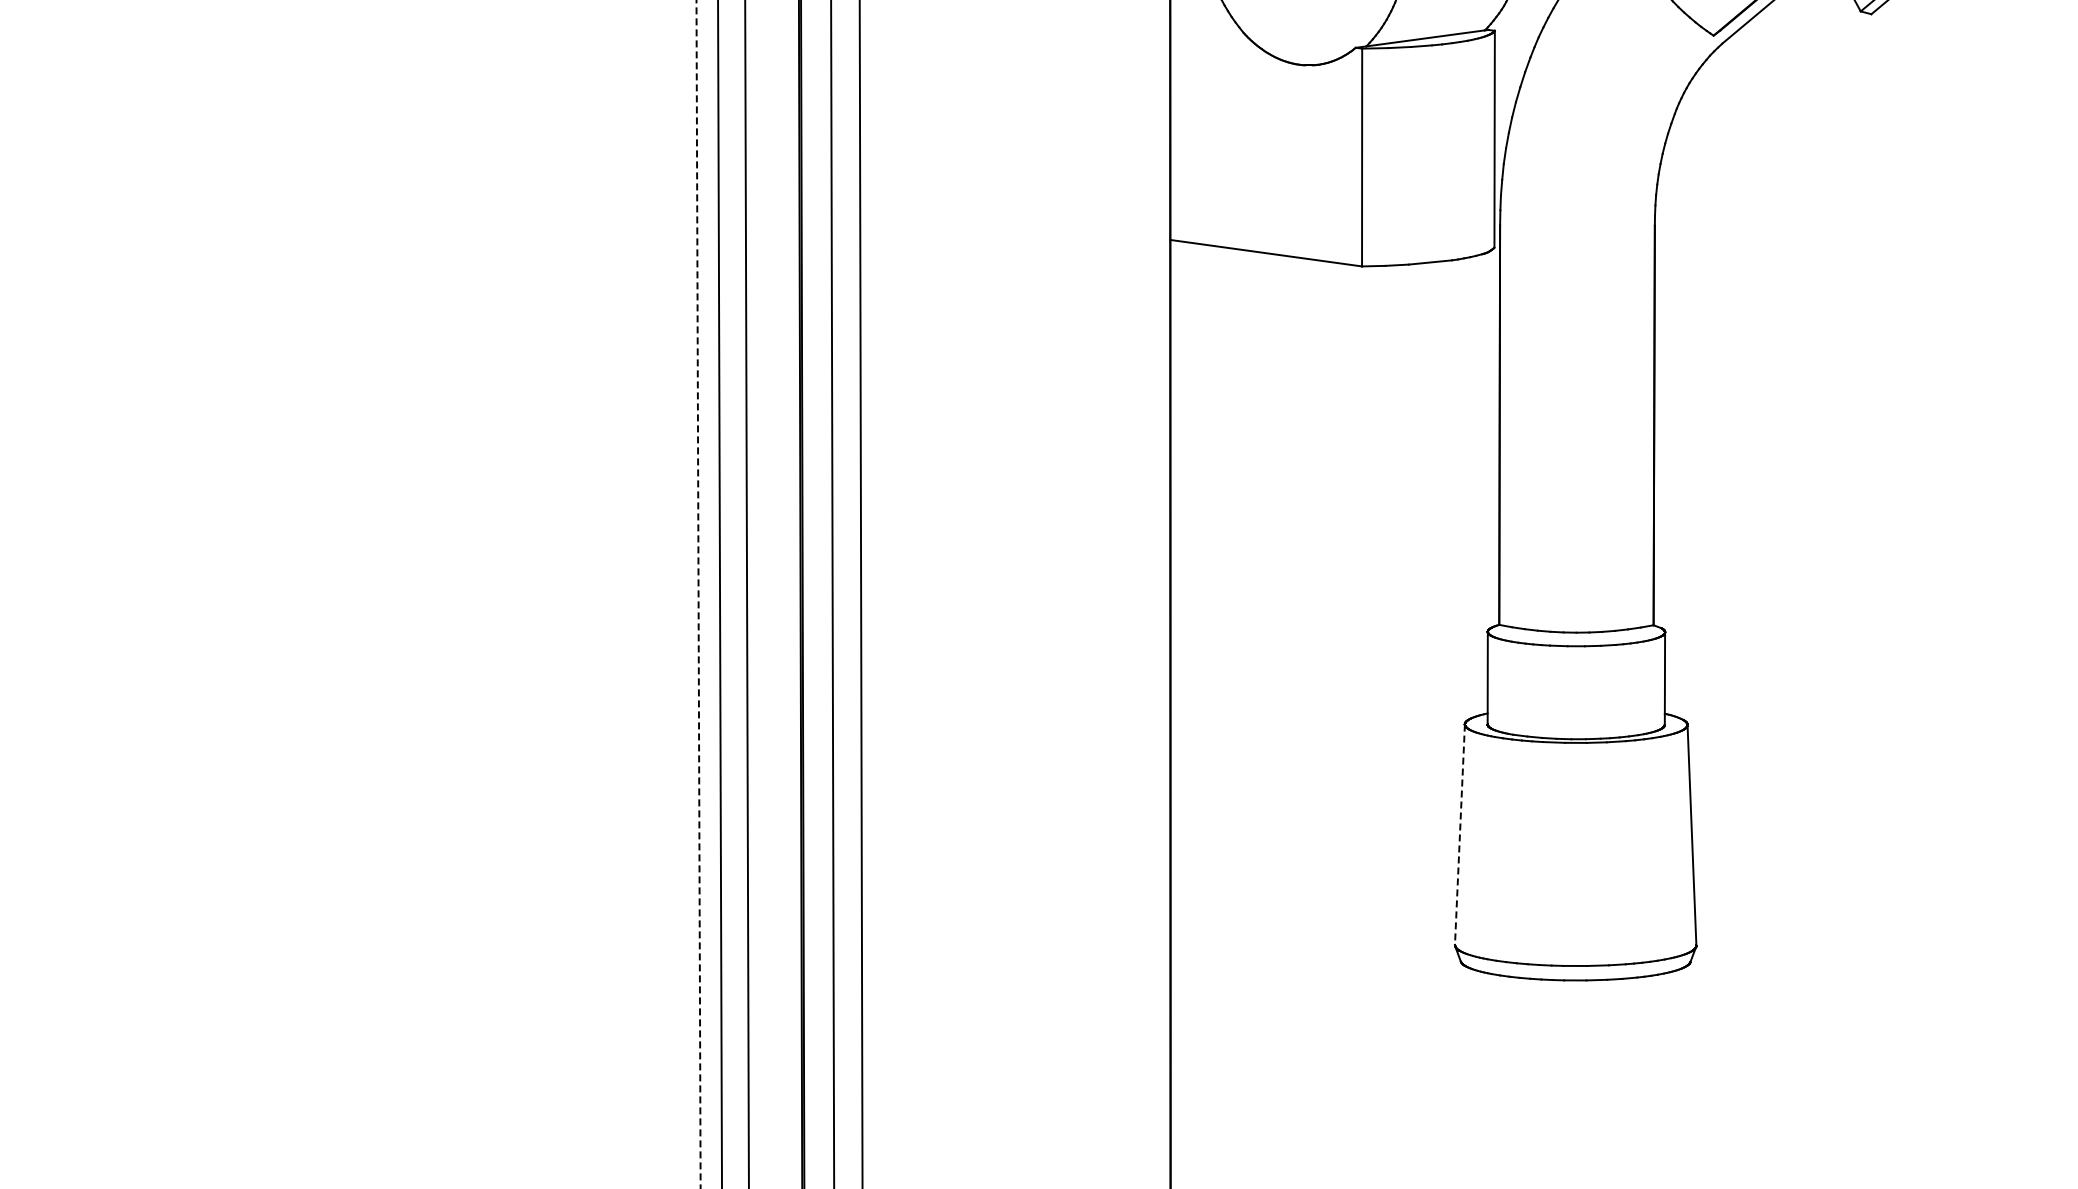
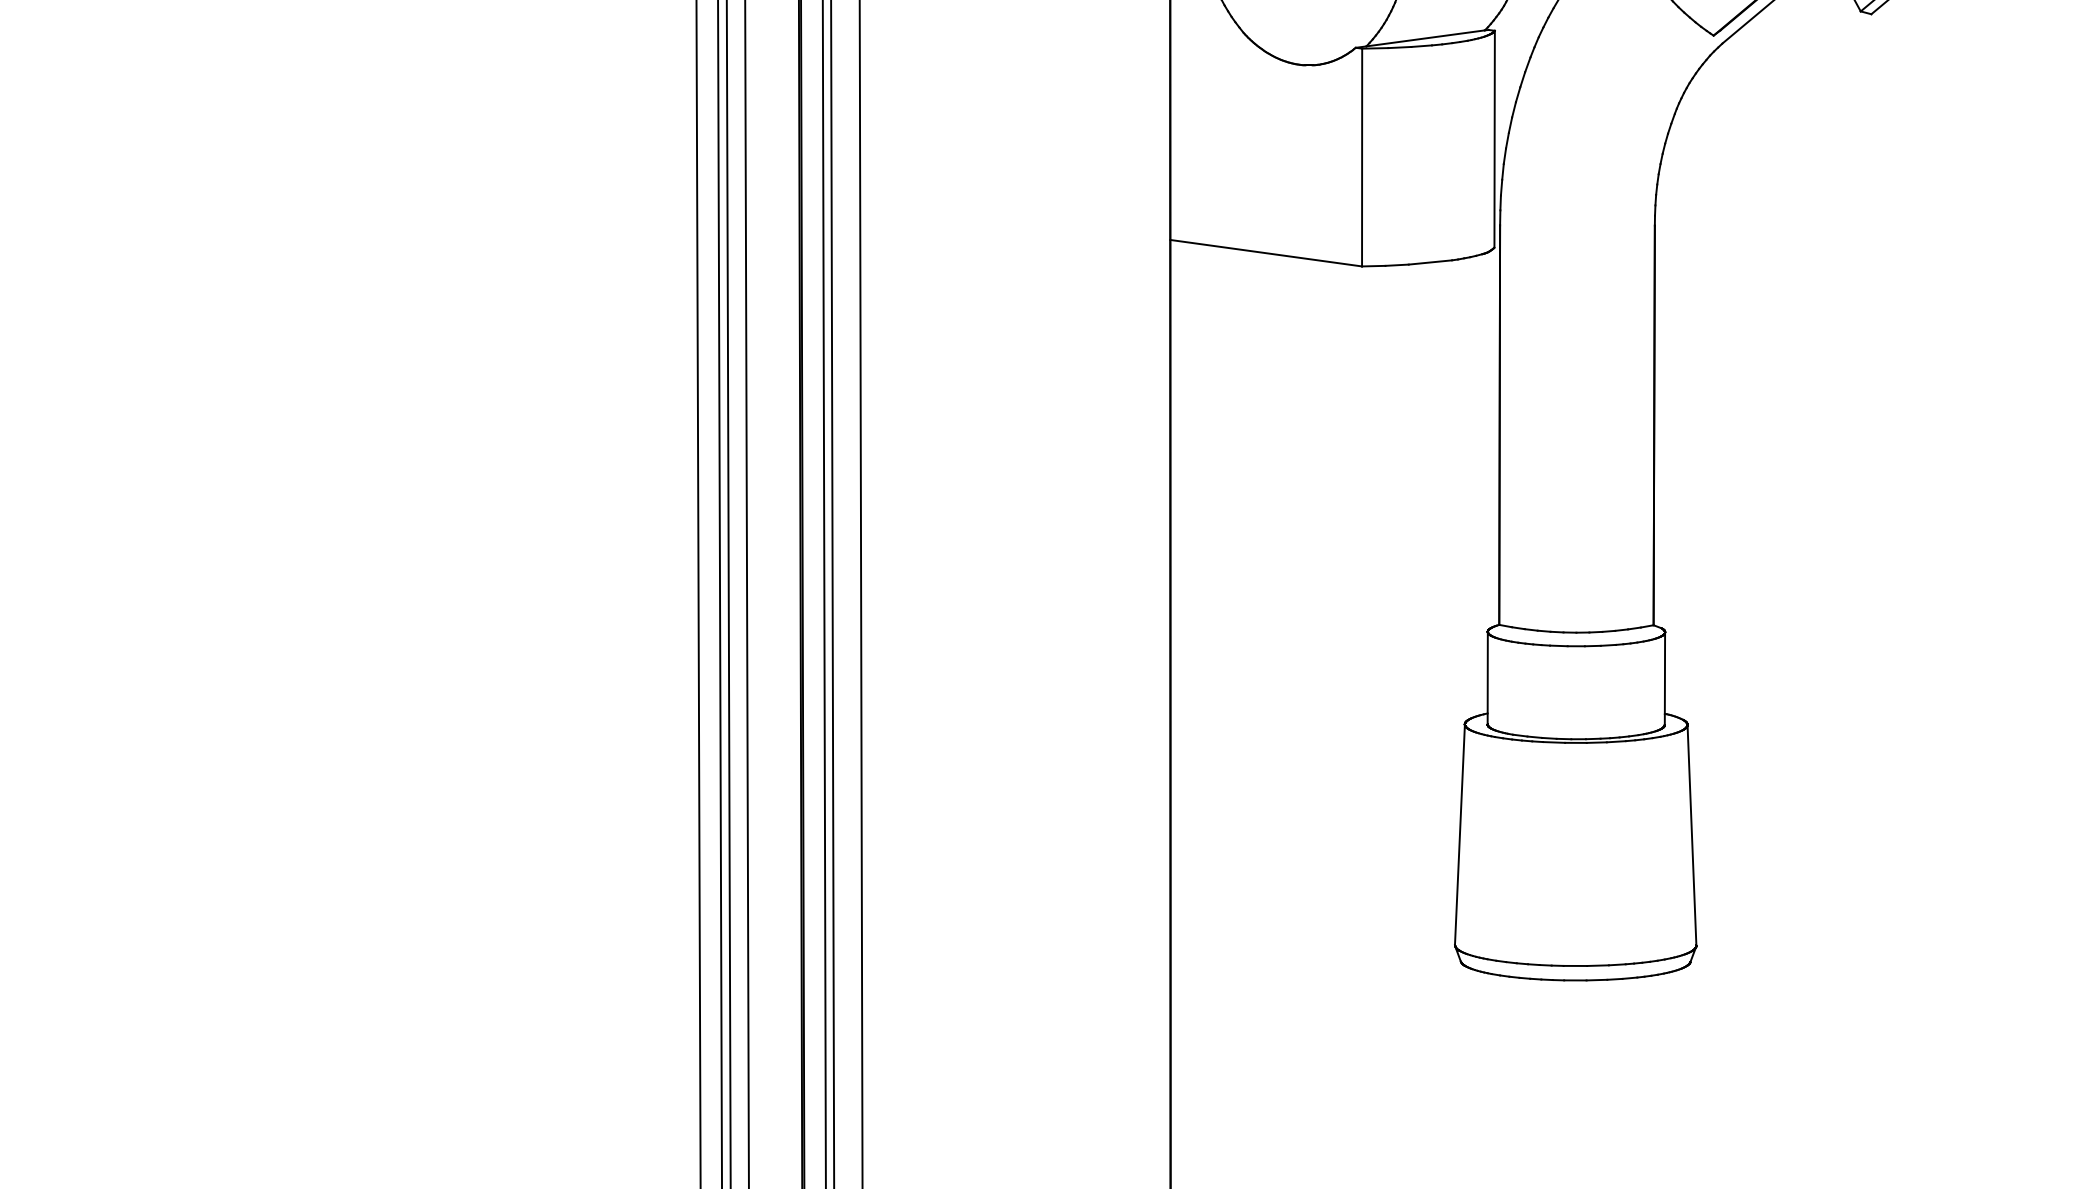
line at (728, 593): none -> present
line at (823, 593): none -> present
line at (698, 594): dashed -> solid
line at (1459, 835): dashed -> solid
